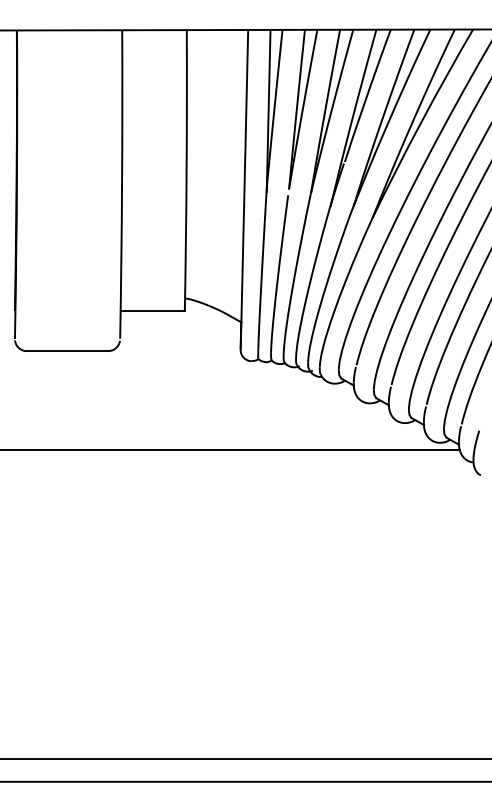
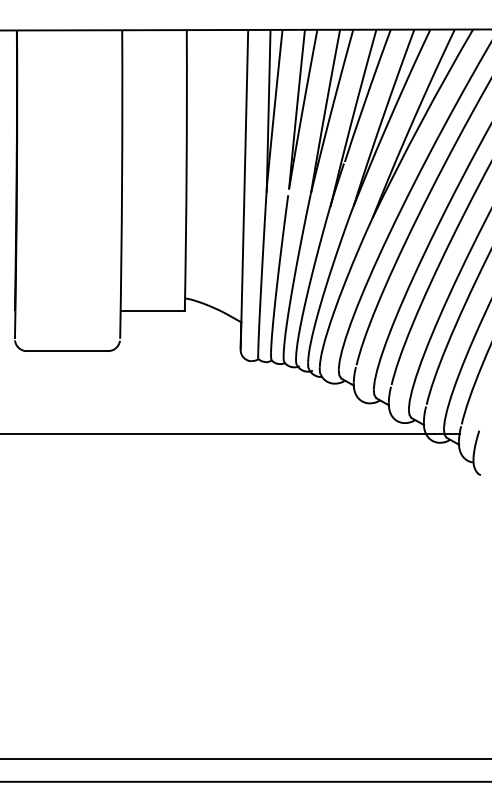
line at (230, 450) position: (230, 450) -> (230, 434)
